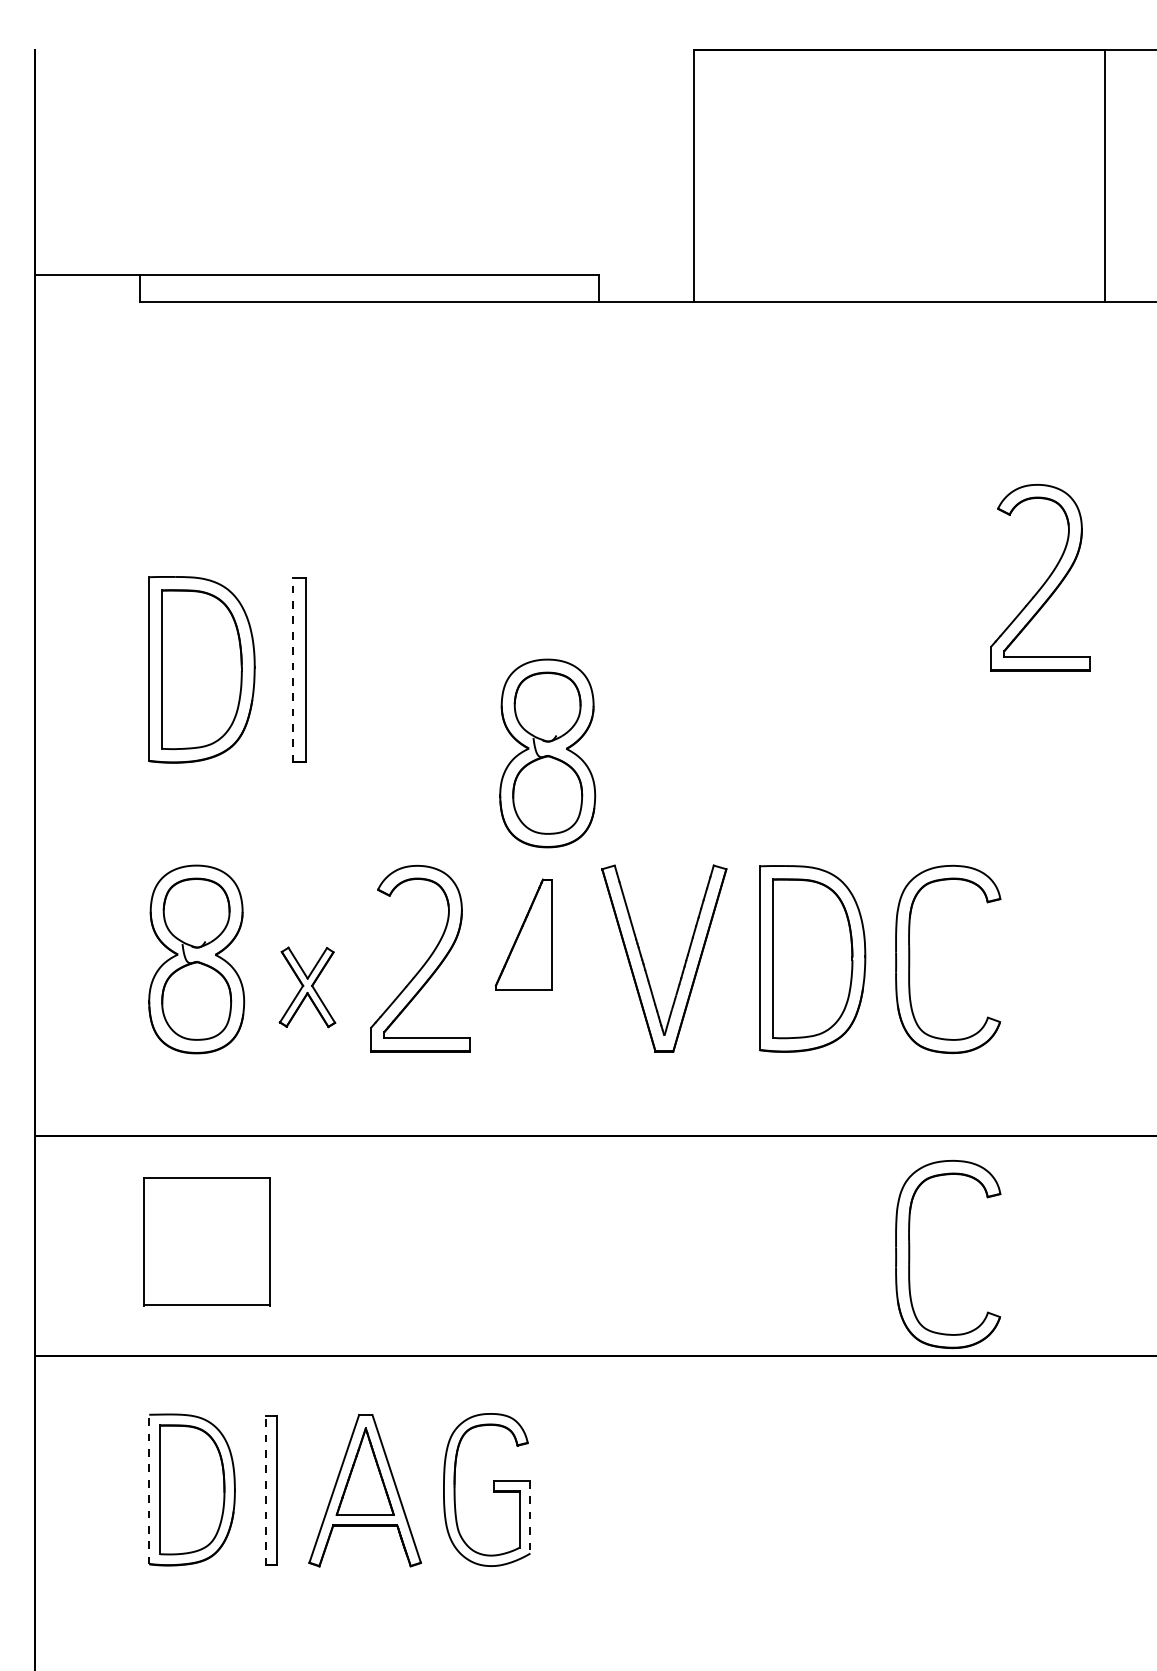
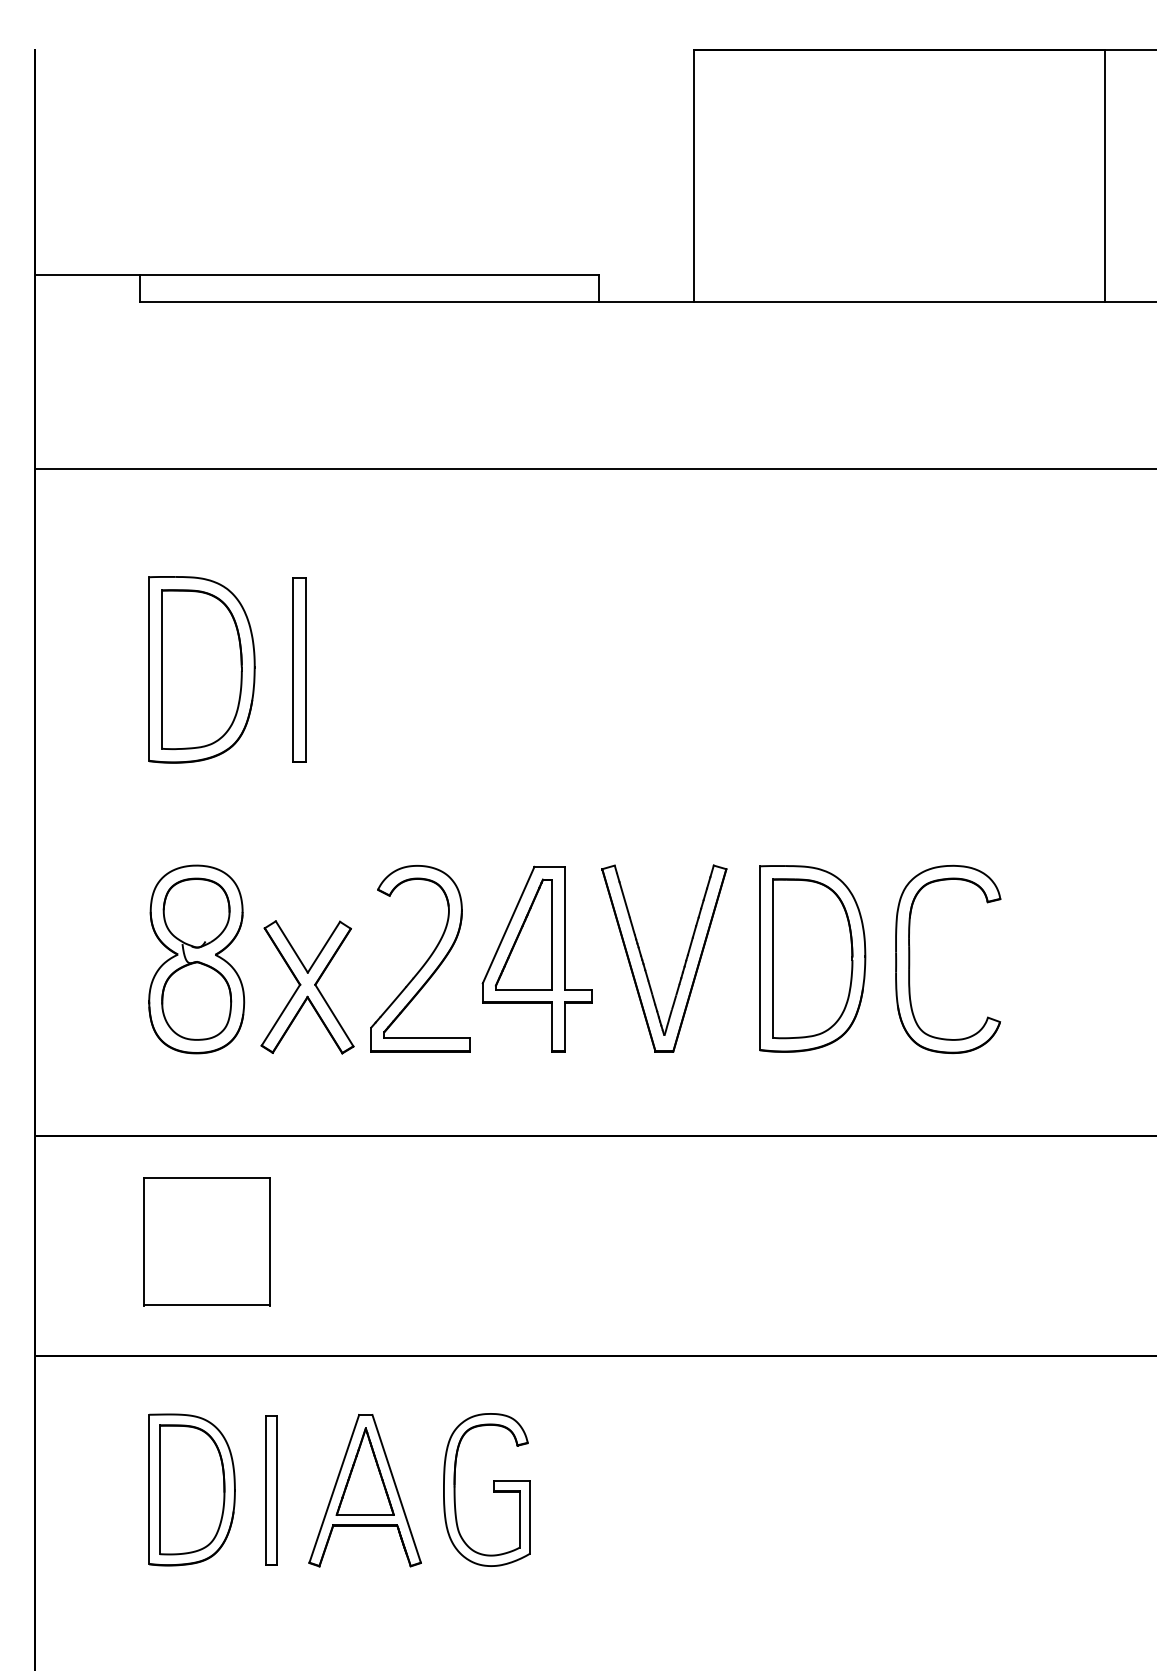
line at (593, 469): none -> present
part at (1040, 577): present -> none
line at (293, 669): dashed -> solid
part at (547, 753): present -> none
part at (536, 958): none -> present
part at (307, 987) size: 59x83 px -> 95x135 px
part at (910, 1254): present -> none
line at (149, 1489): dashed -> solid
line at (266, 1490): dashed -> solid
line at (530, 1517): dashed -> solid
